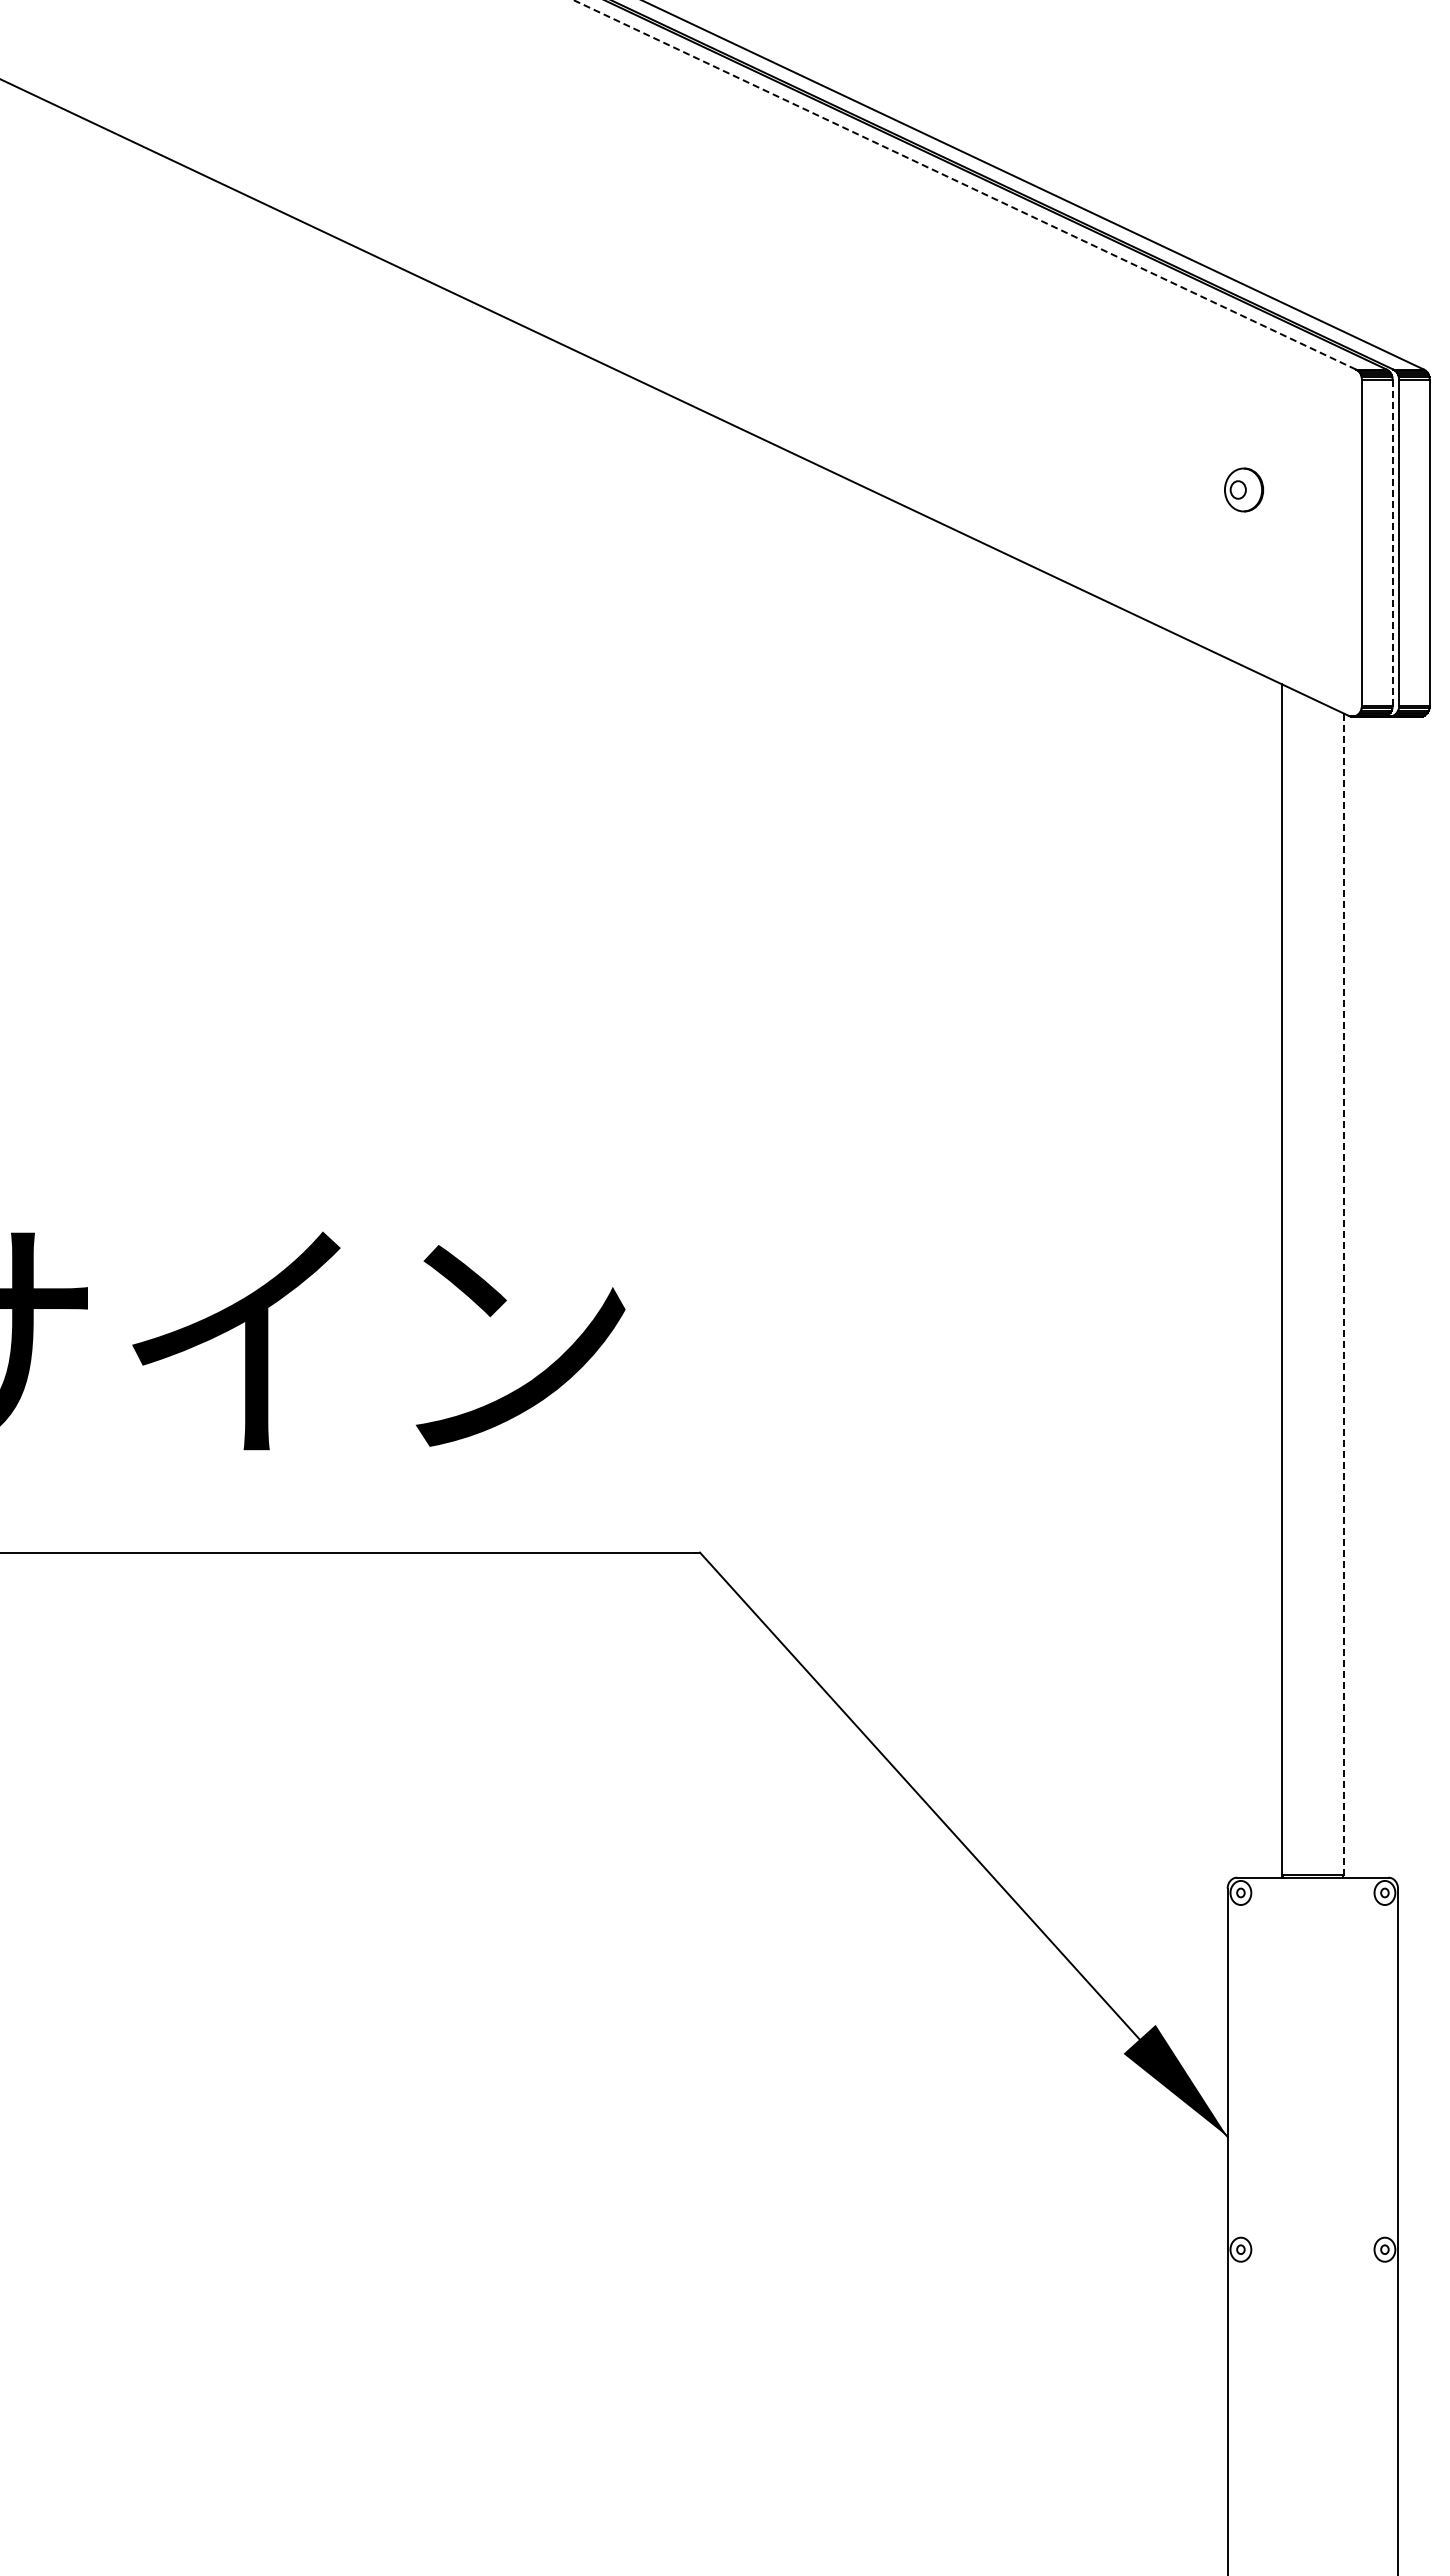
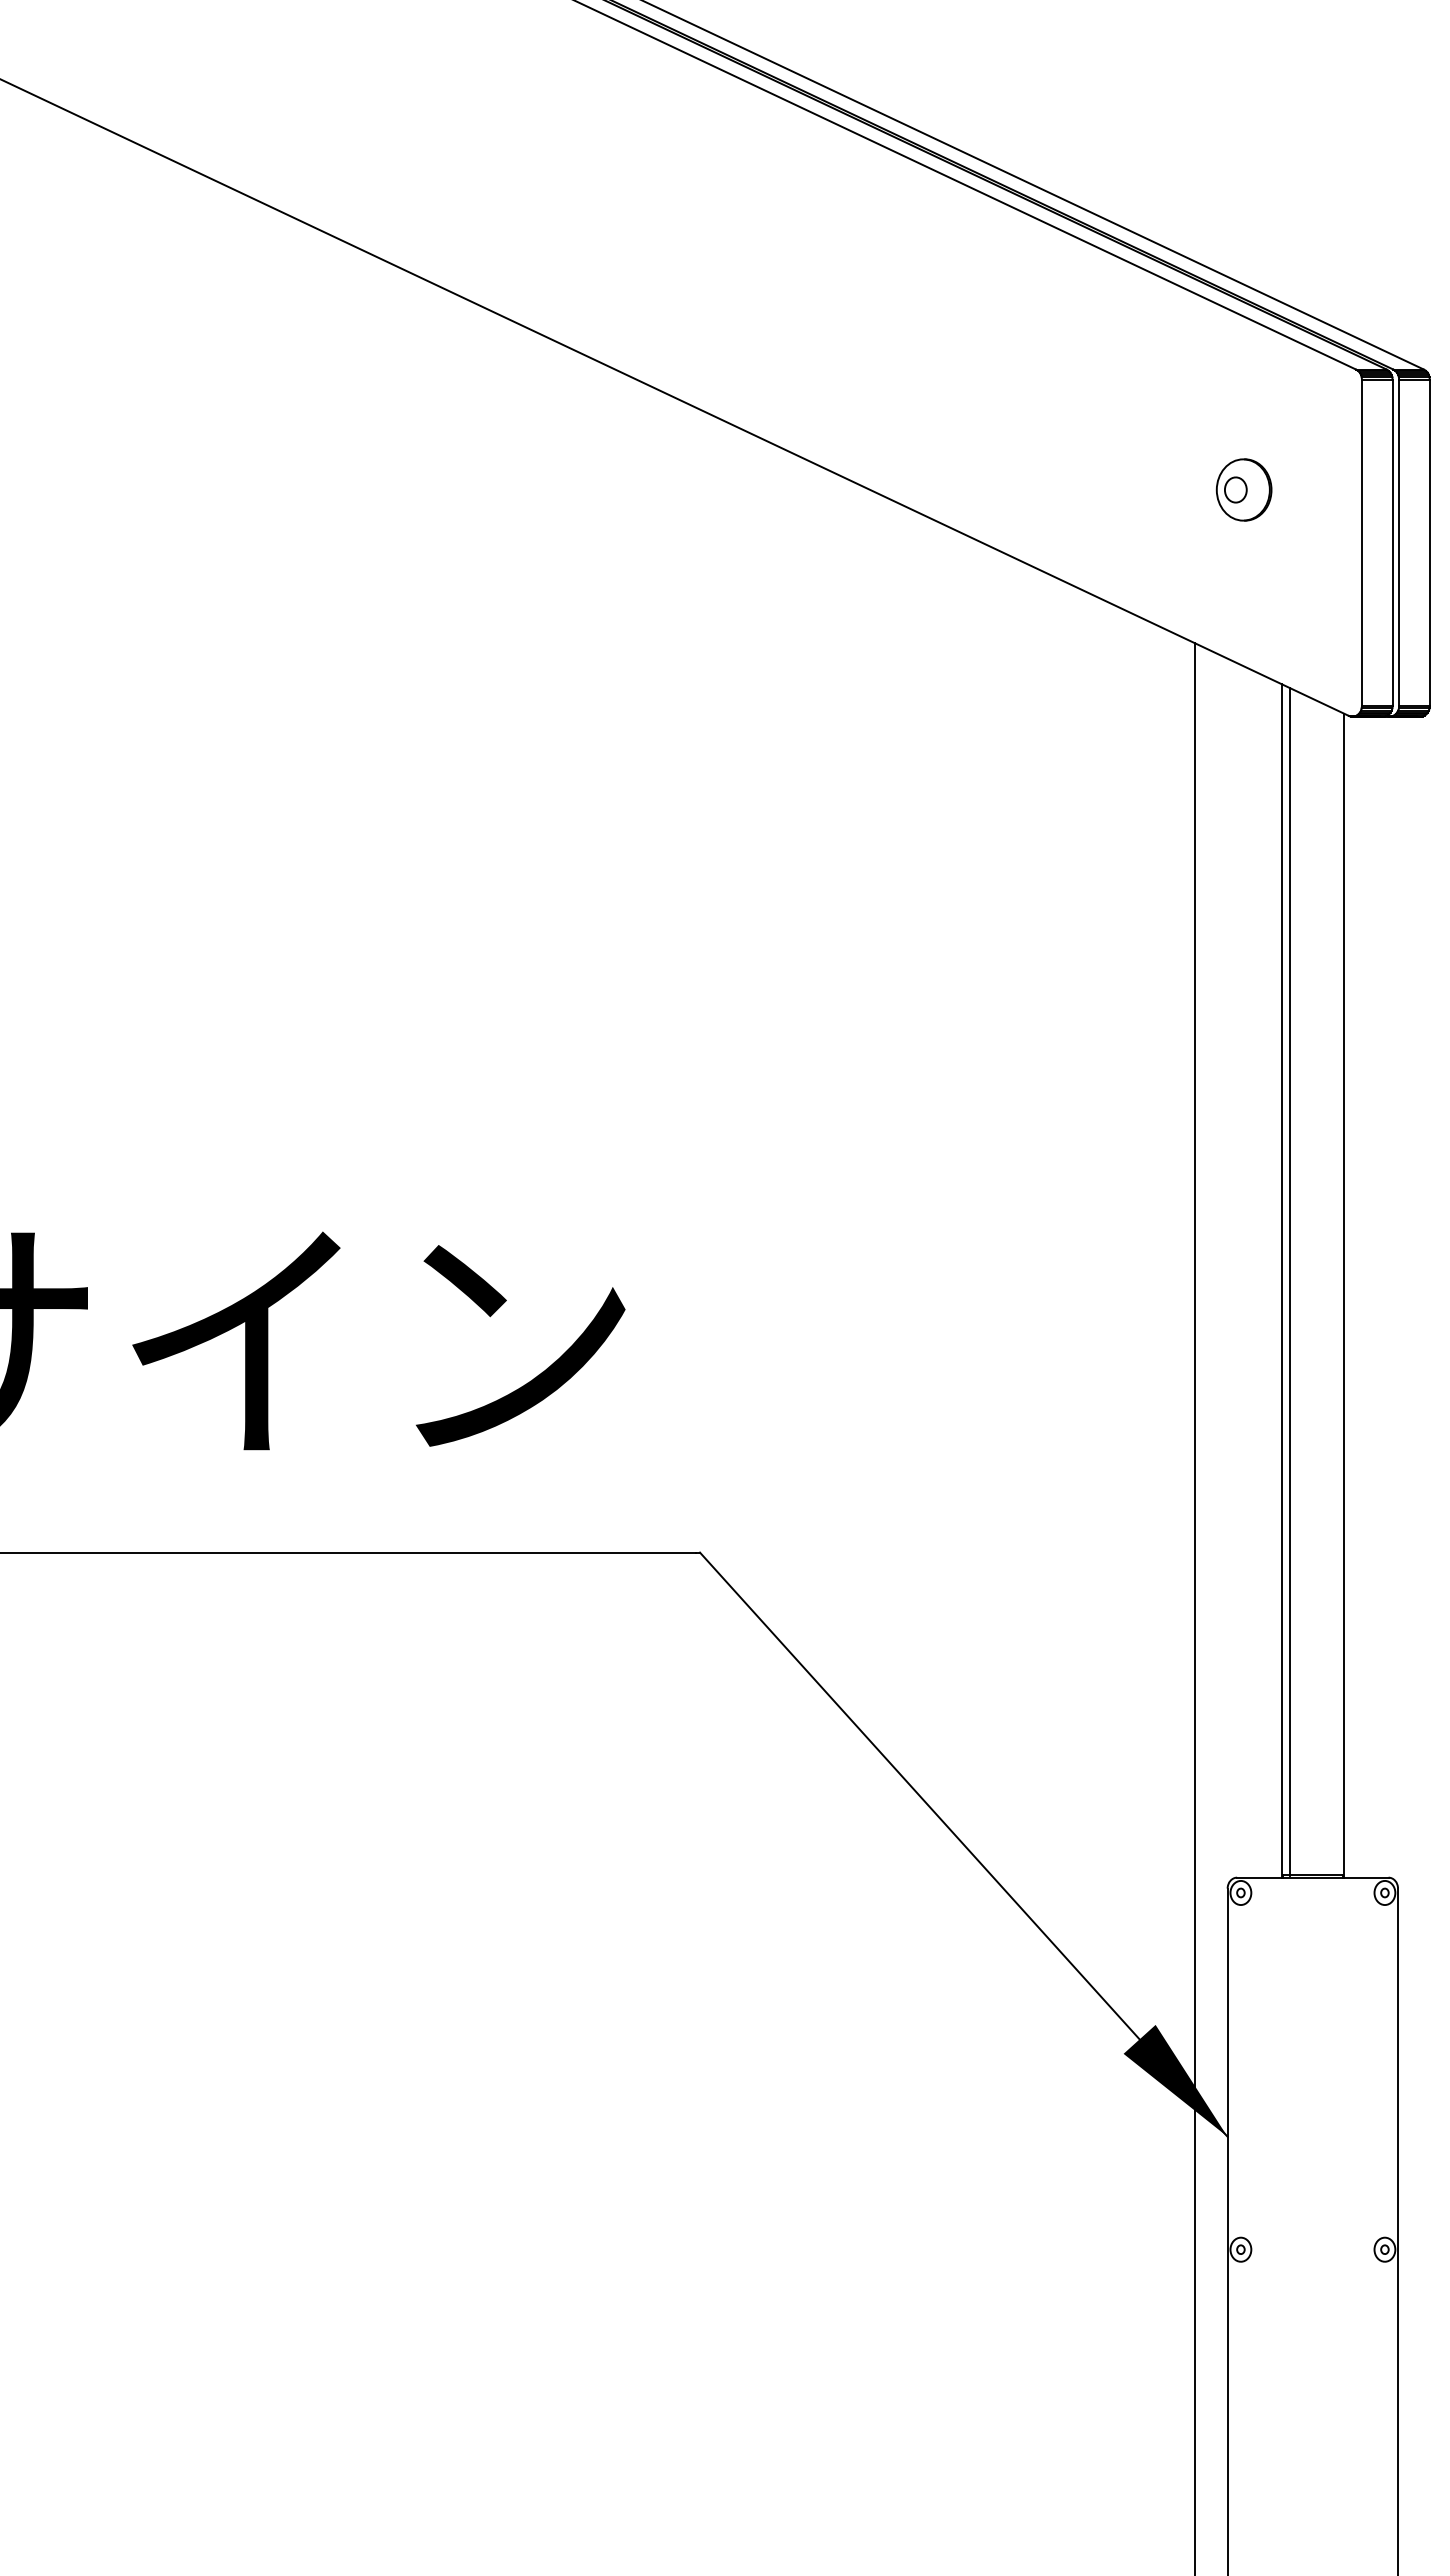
line at (964, 184): dashed -> solid
part at (1244, 489) size: 41x46 px -> 58x64 px
line at (1392, 543): dashed -> solid
line at (1290, 1281): none -> present
line at (1344, 1295): dashed -> solid
line at (1194, 1607): none -> present
